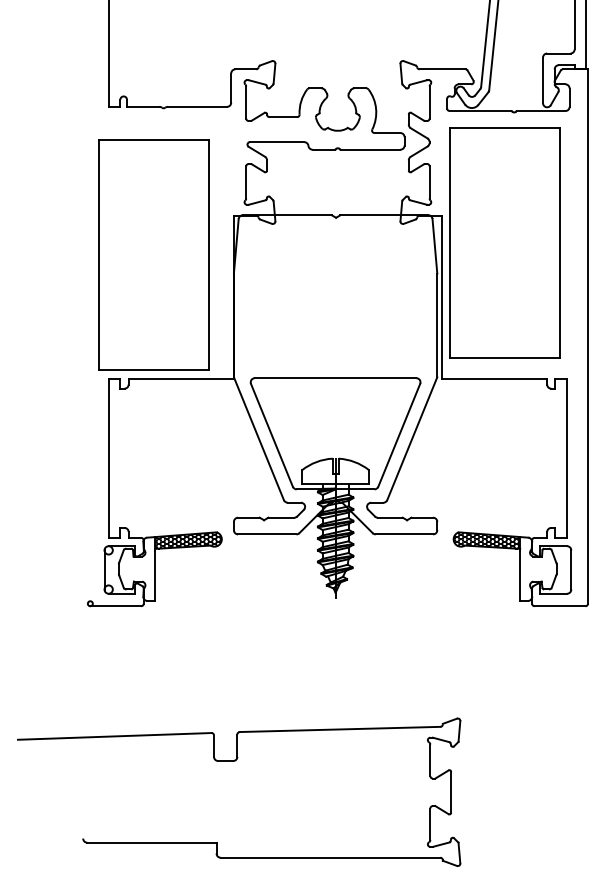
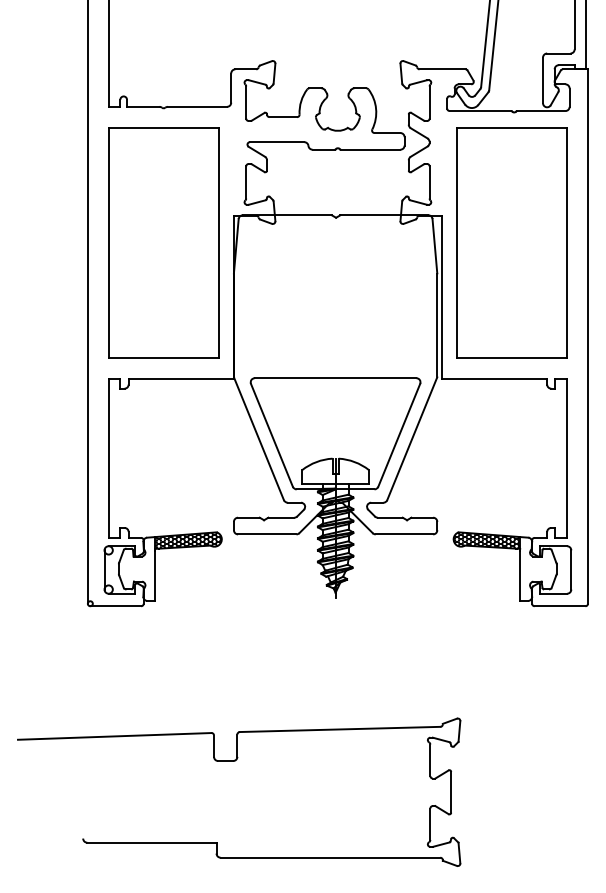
part at (504, 242) position: (504, 242) -> (511, 242)
part at (153, 254) position: (153, 254) -> (163, 242)
line at (87, 302): none -> present
